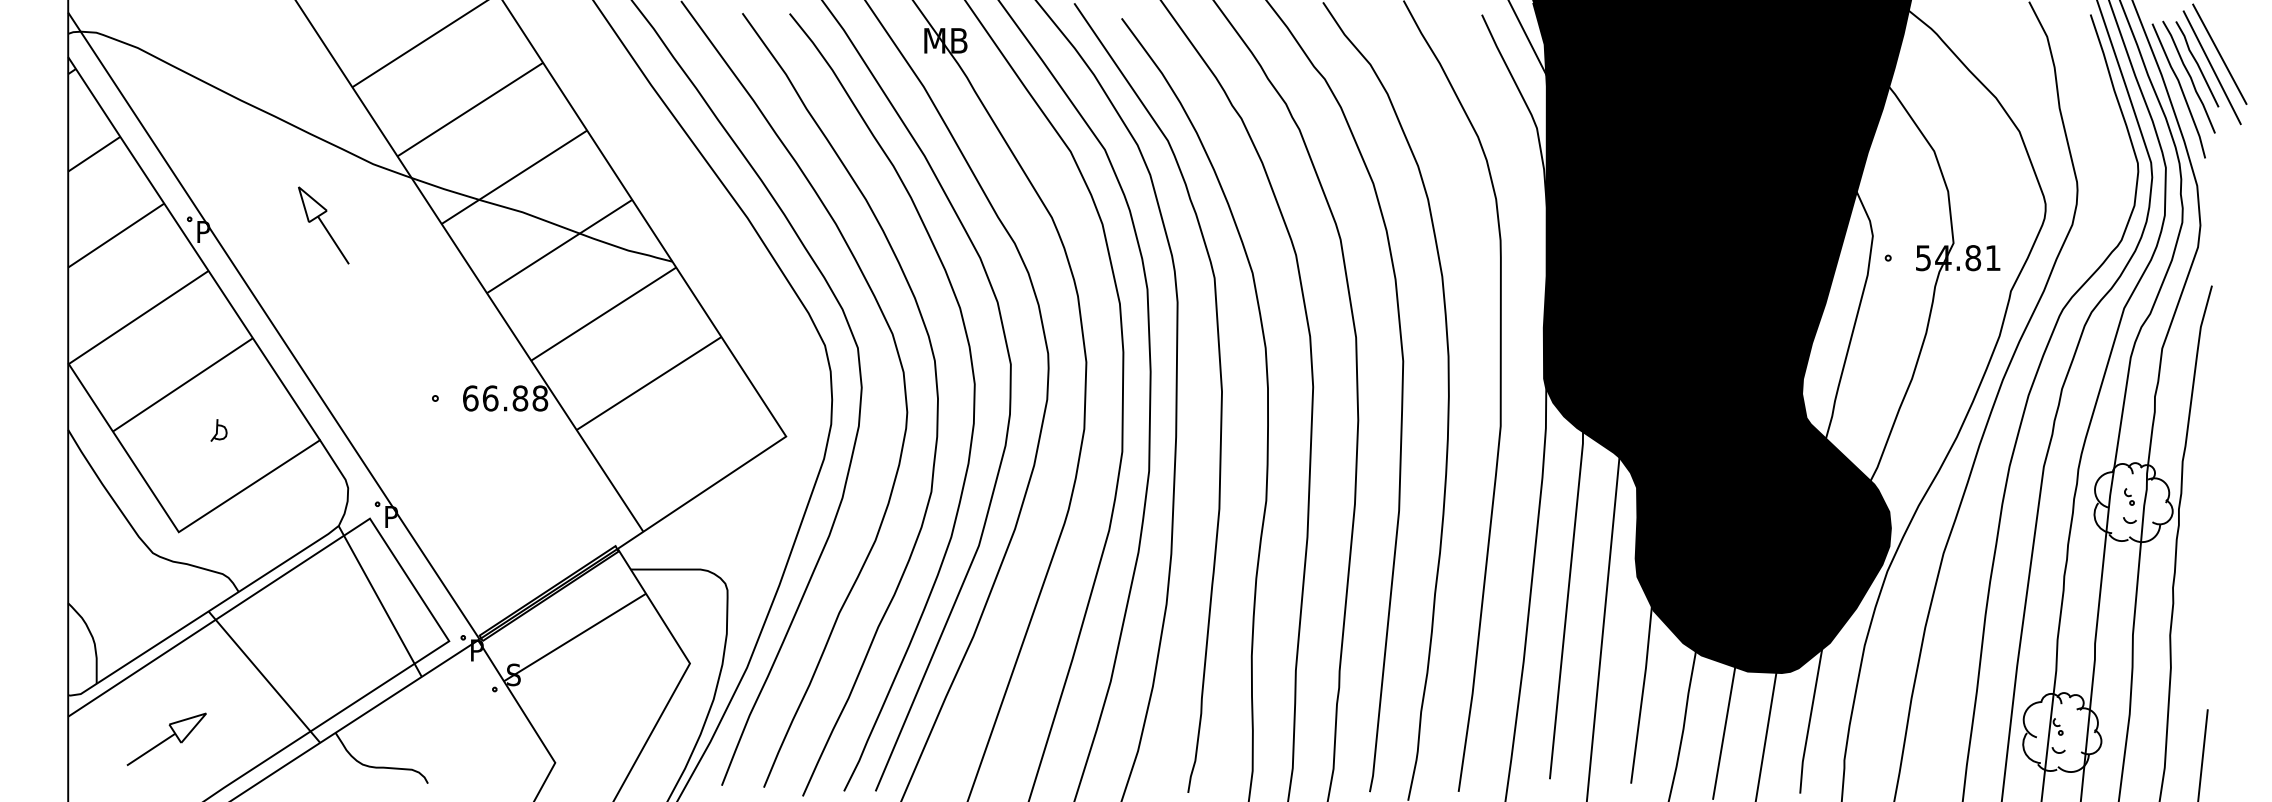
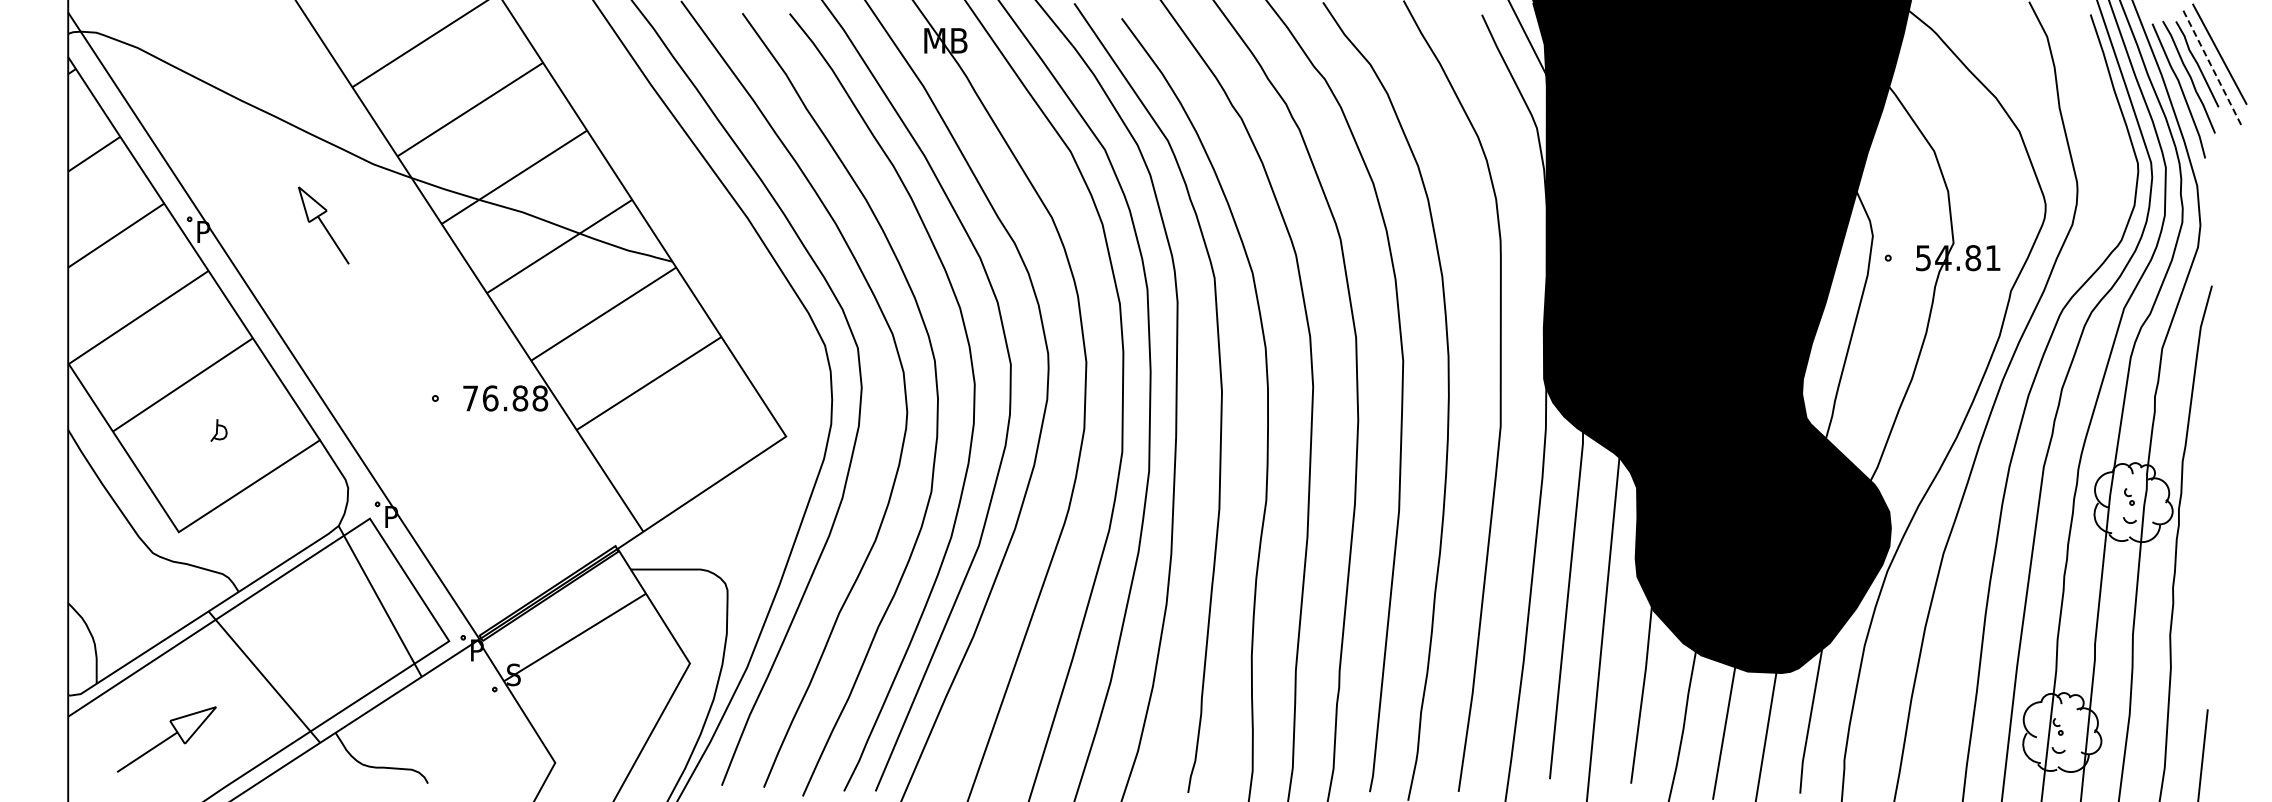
line at (2212, 67): solid -> dashed
text at (470, 398): 66.88 -> 76.88
part at (166, 738) size: 81x54 px -> 101x67 px
